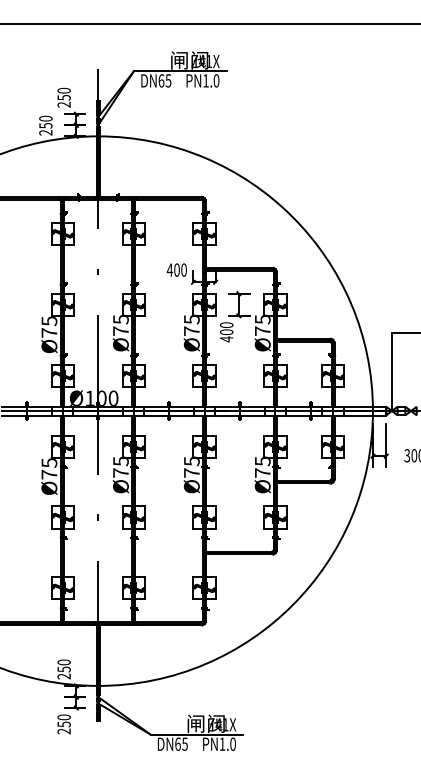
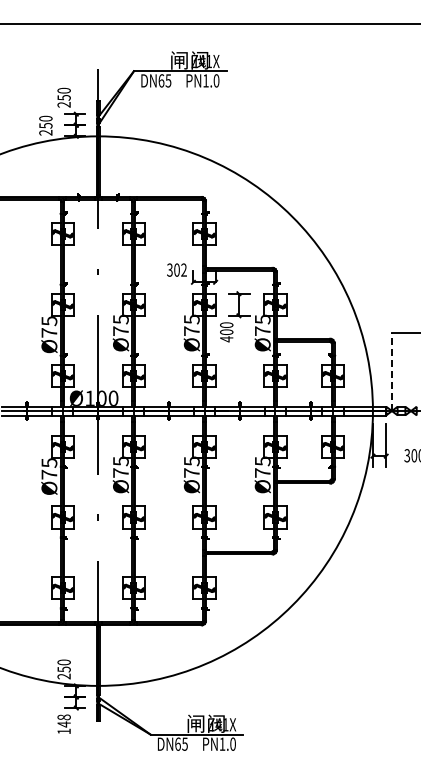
text at (176, 269): 400 -> 302
line at (392, 371): solid -> dashed
text at (63, 724): 250 -> 148
